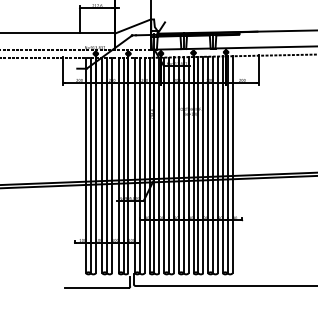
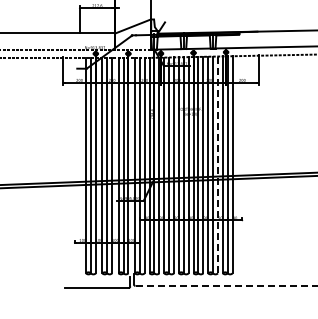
line at (217, 164): solid -> dashed
line at (227, 285): solid -> dashed
